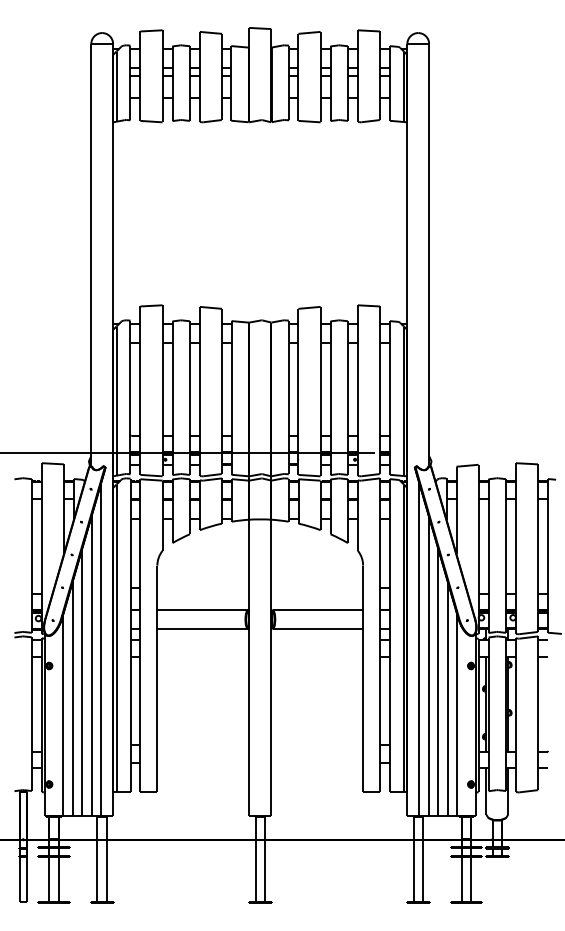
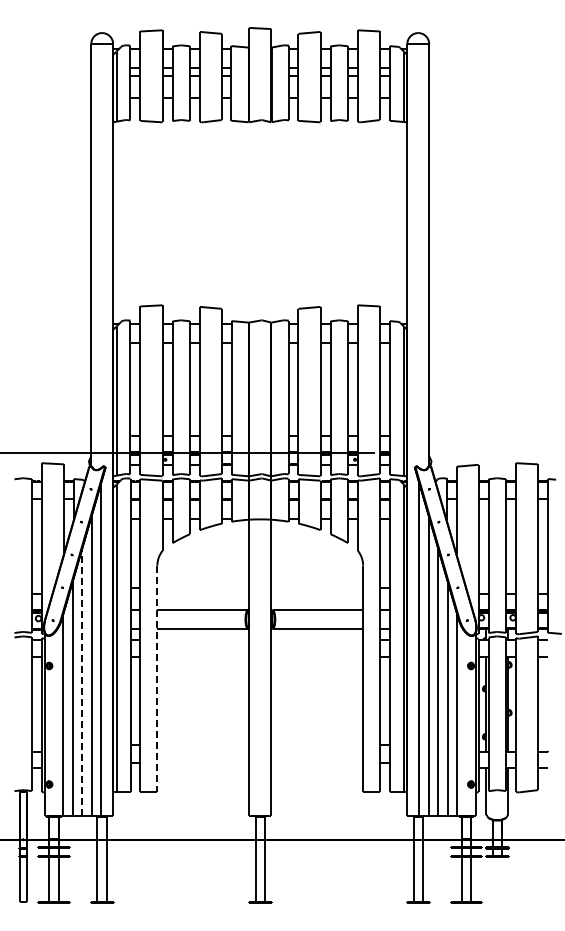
line at (157, 679): solid -> dashed
line at (82, 681): solid -> dashed
